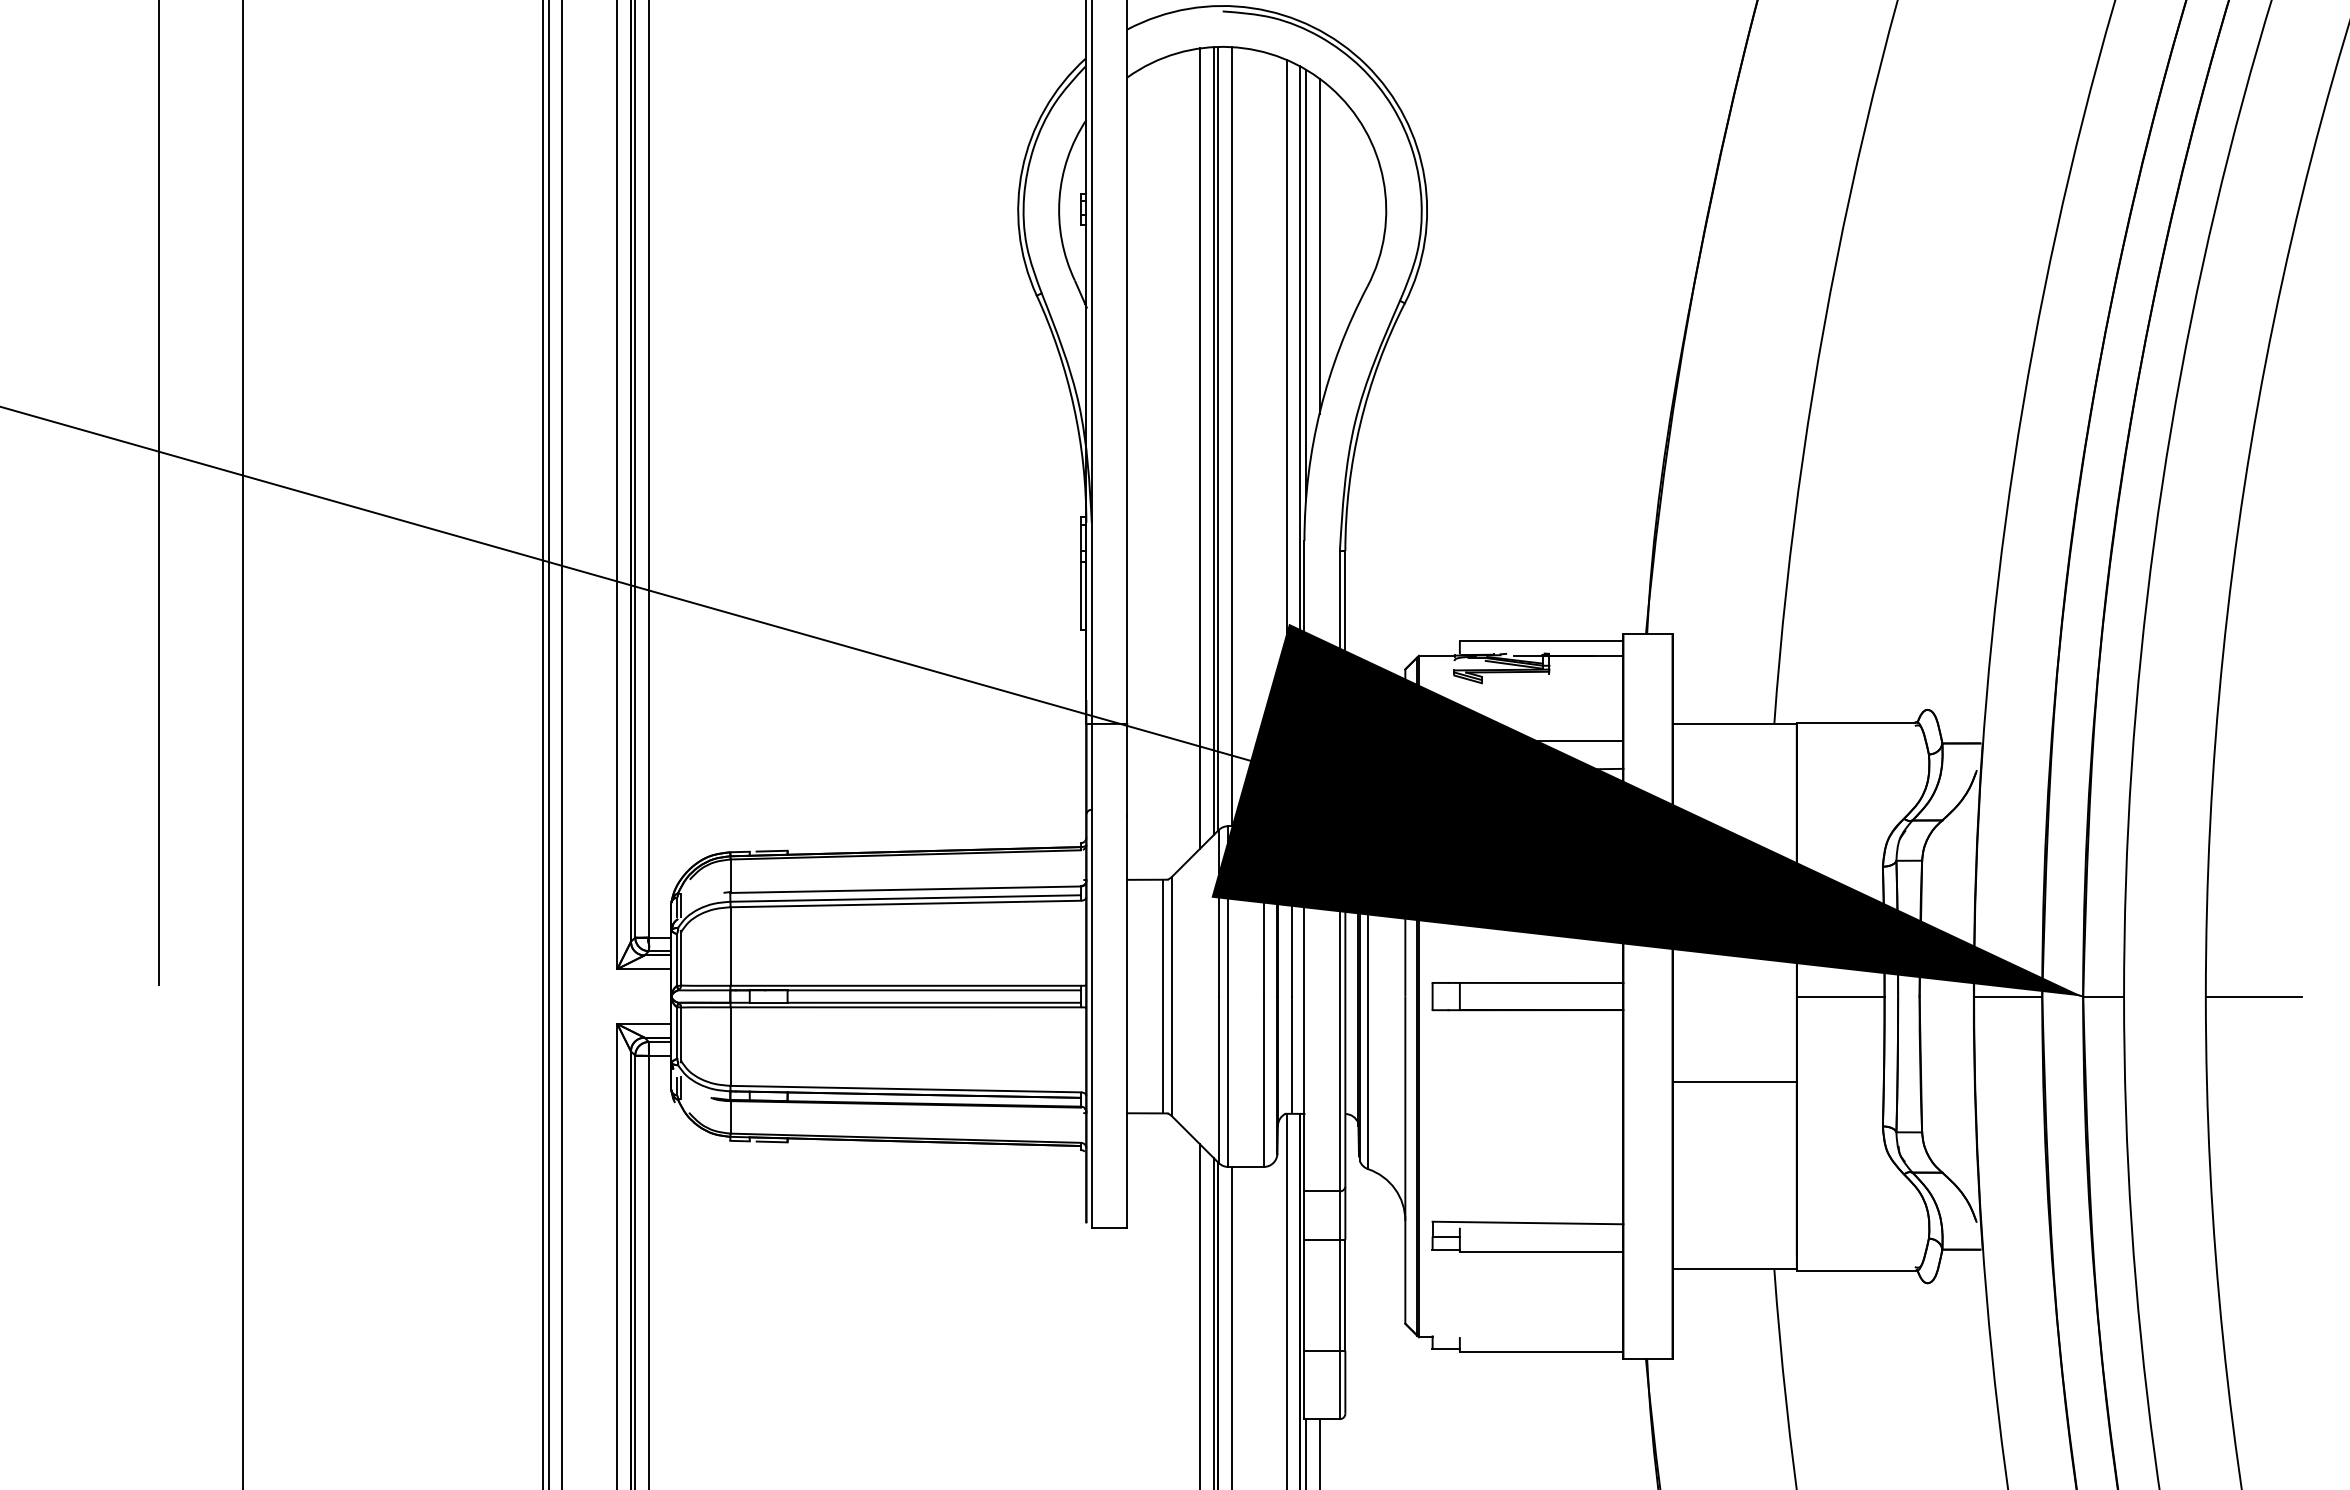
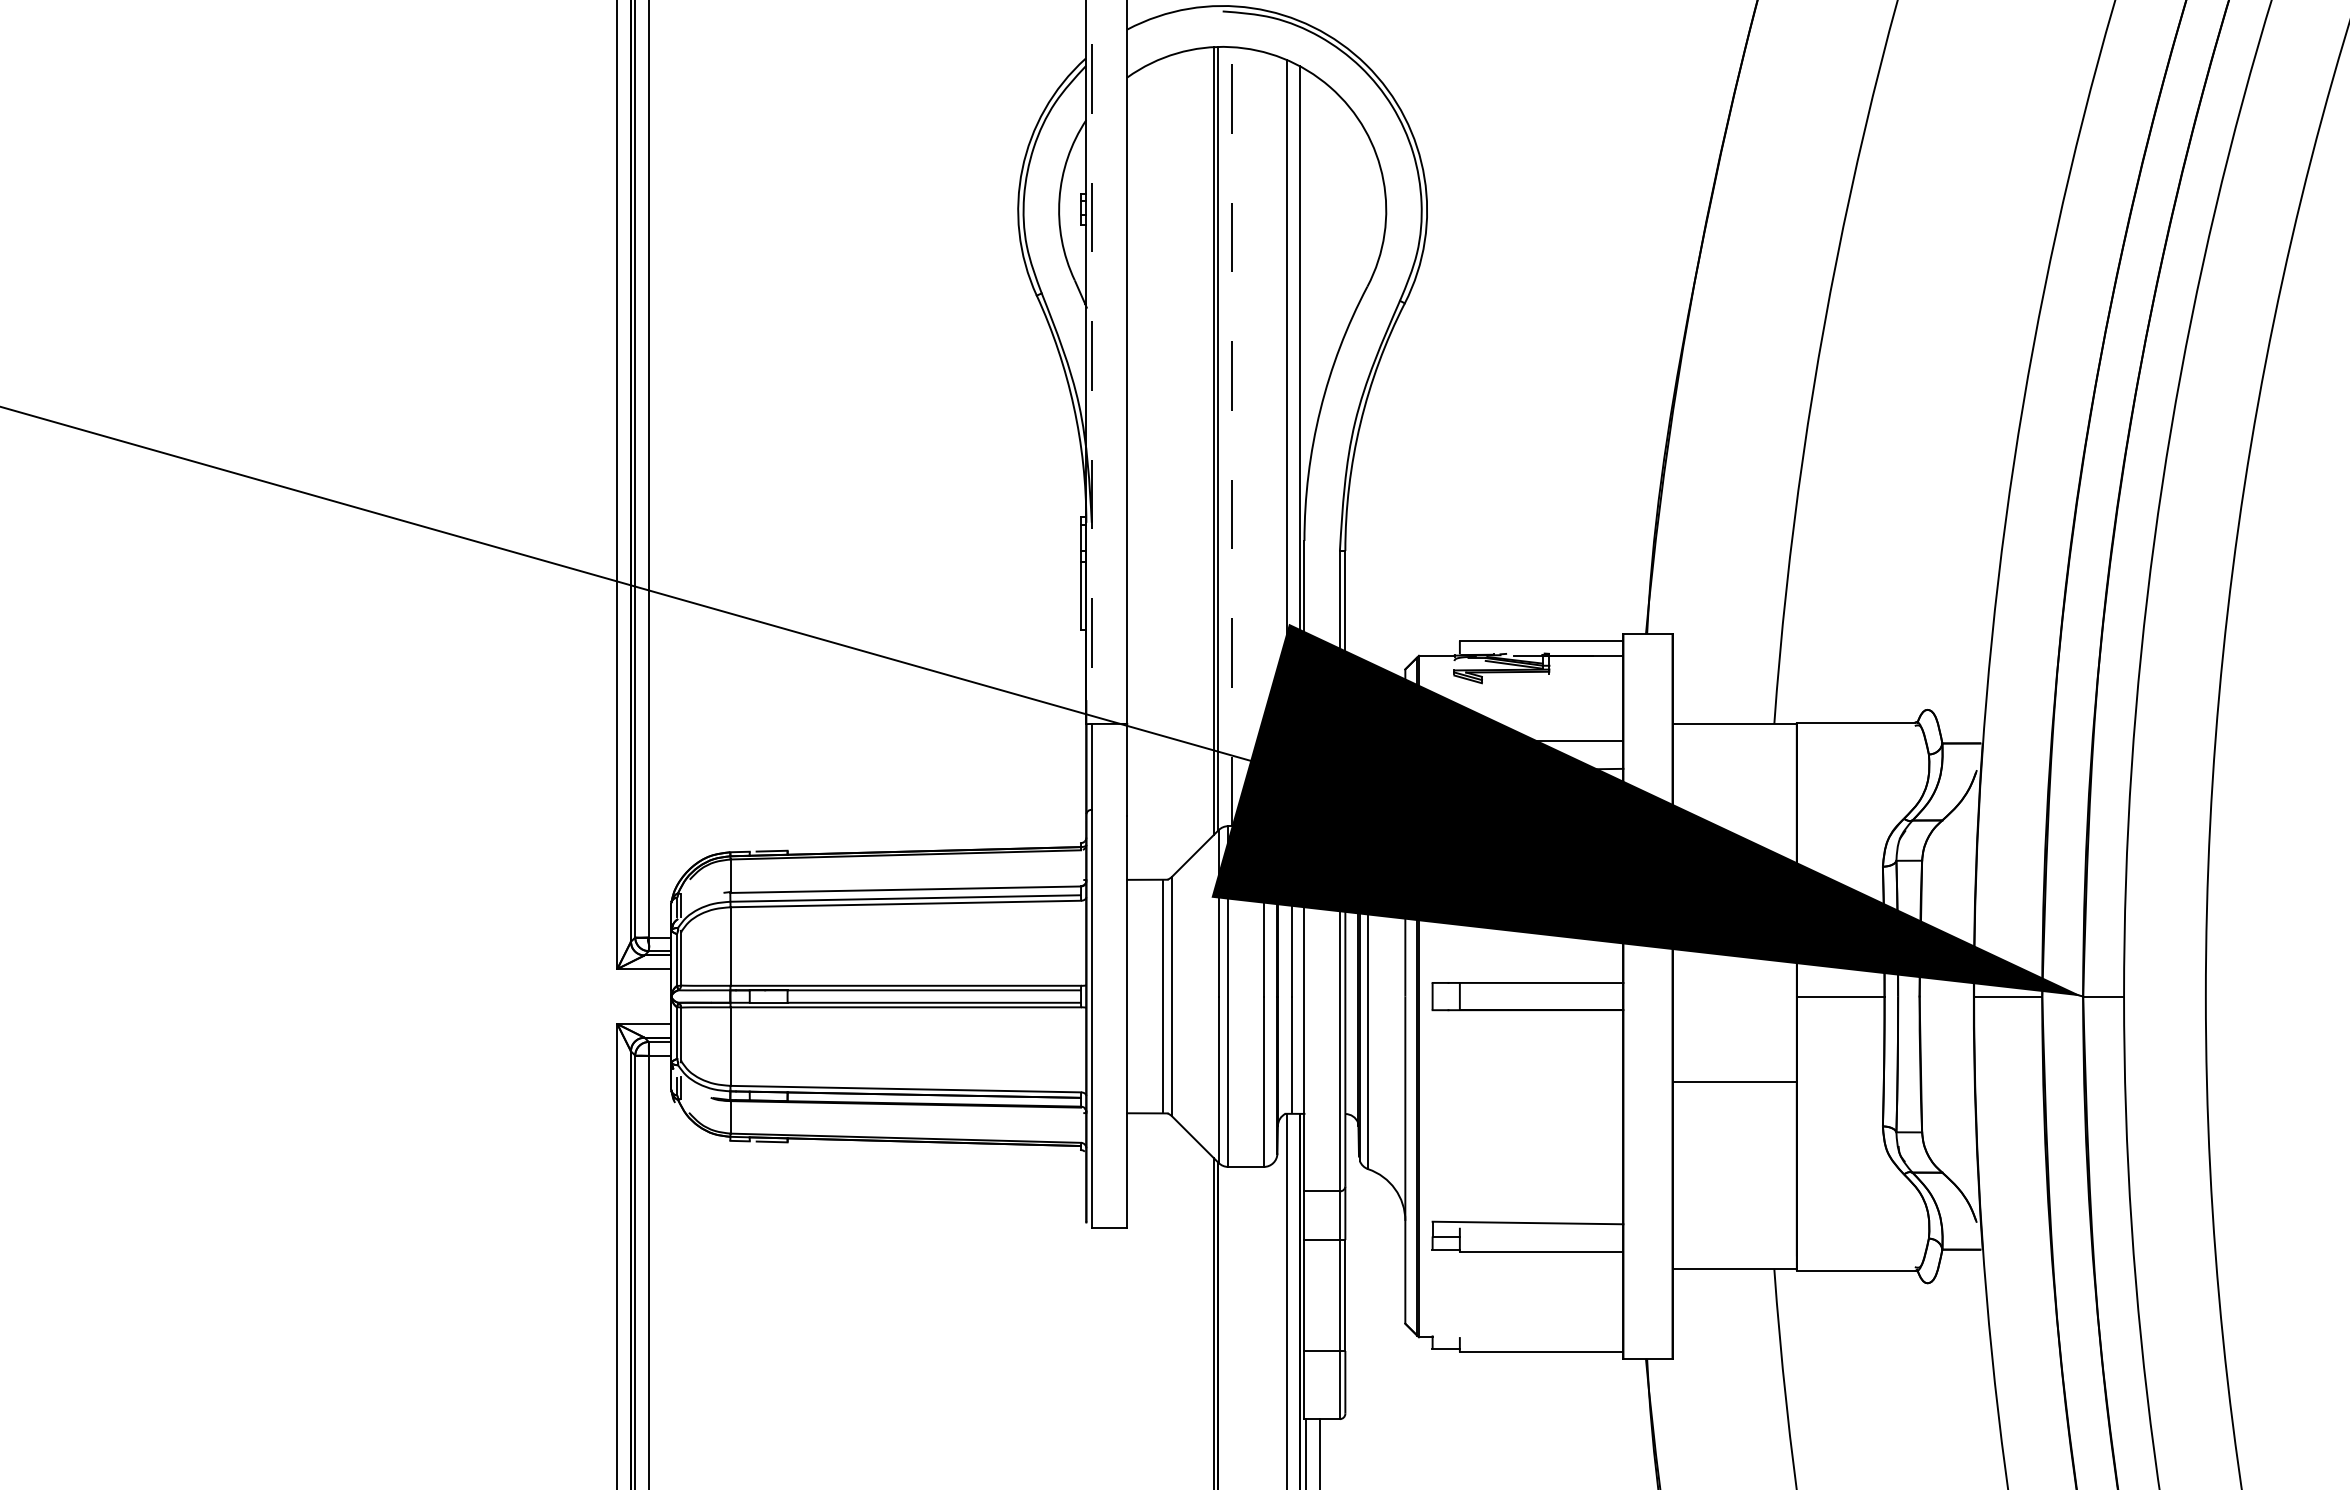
line at (1319, 245): present -> none
line at (1305, 285): present -> none
line at (1091, 362): solid -> dashed
line at (1231, 436): solid -> dashed
line at (1200, 448): present -> none
line at (159, 493): present -> none
line at (242, 744): present -> none
line at (542, 744): present -> none
line at (548, 744): present -> none
line at (562, 744): present -> none
line at (2253, 996): present -> none
line at (1200, 1315): present -> none
line at (1231, 1326): present -> none
